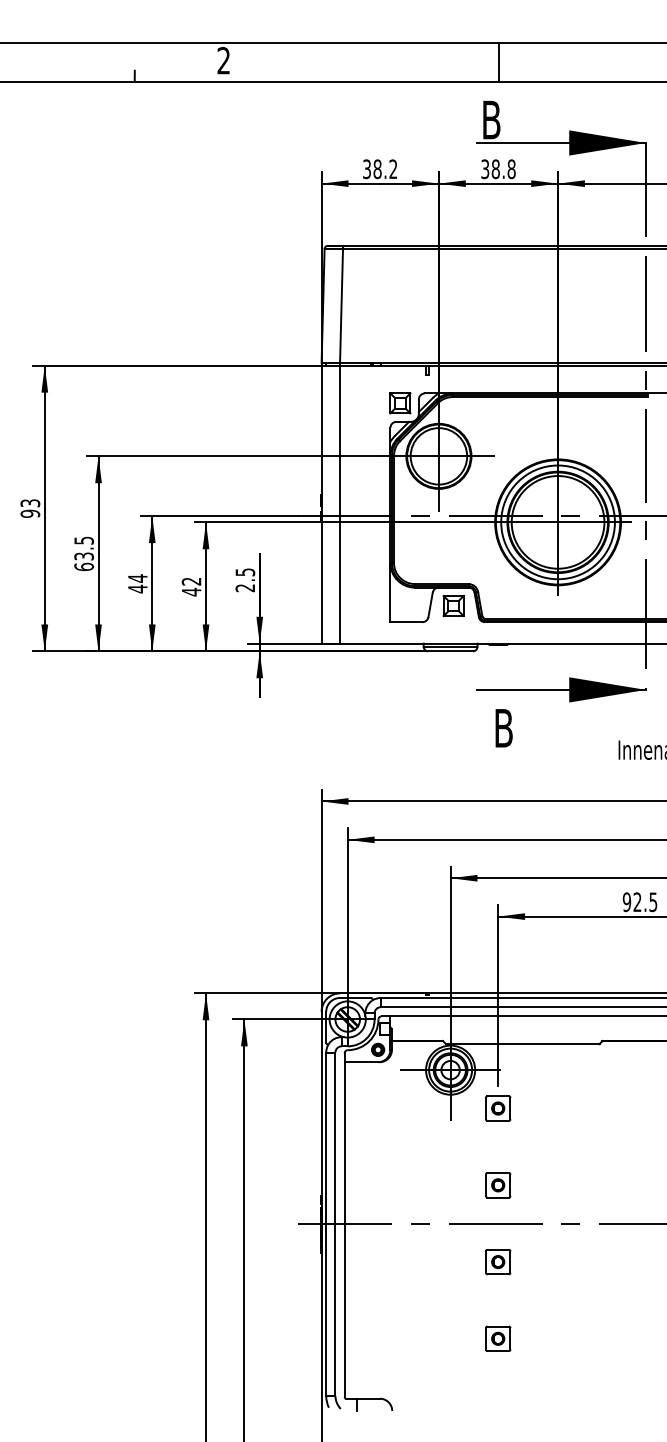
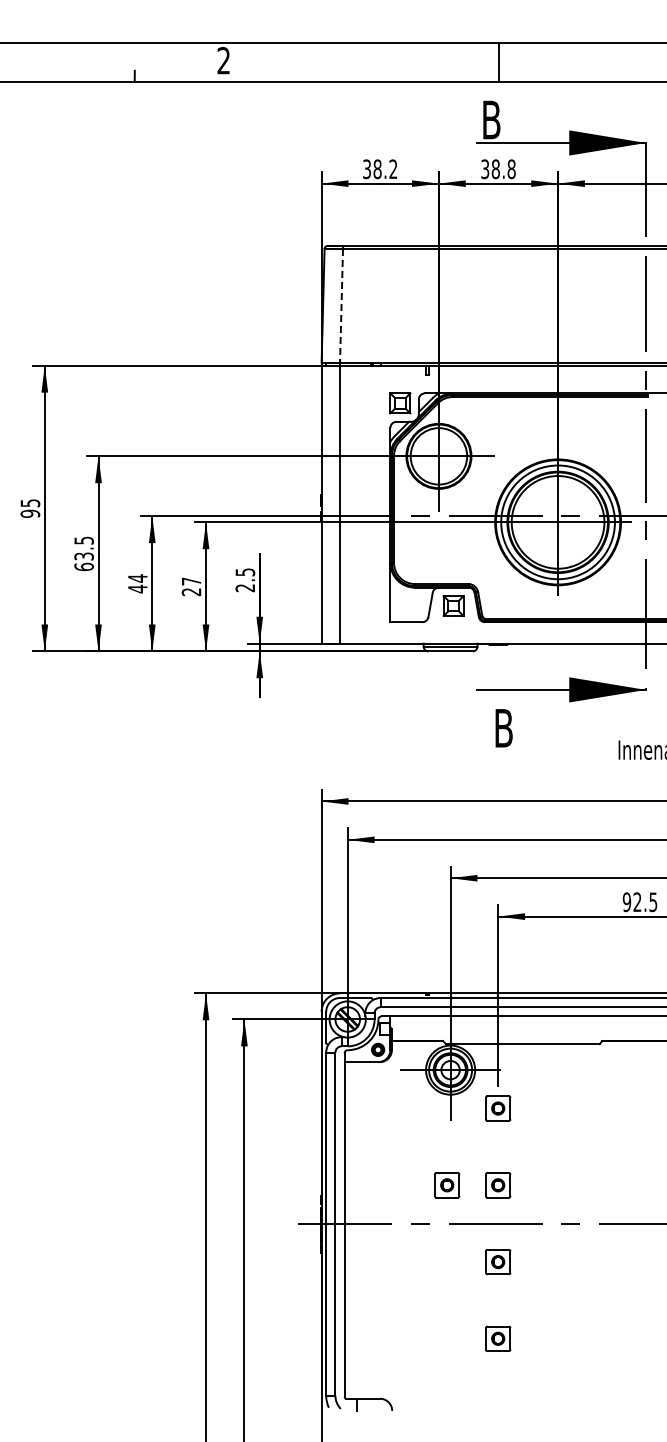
line at (341, 305): solid -> dashed
text at (29, 502): 93 -> 95
text at (191, 586): 42 -> 27
part at (447, 1185): none -> present
